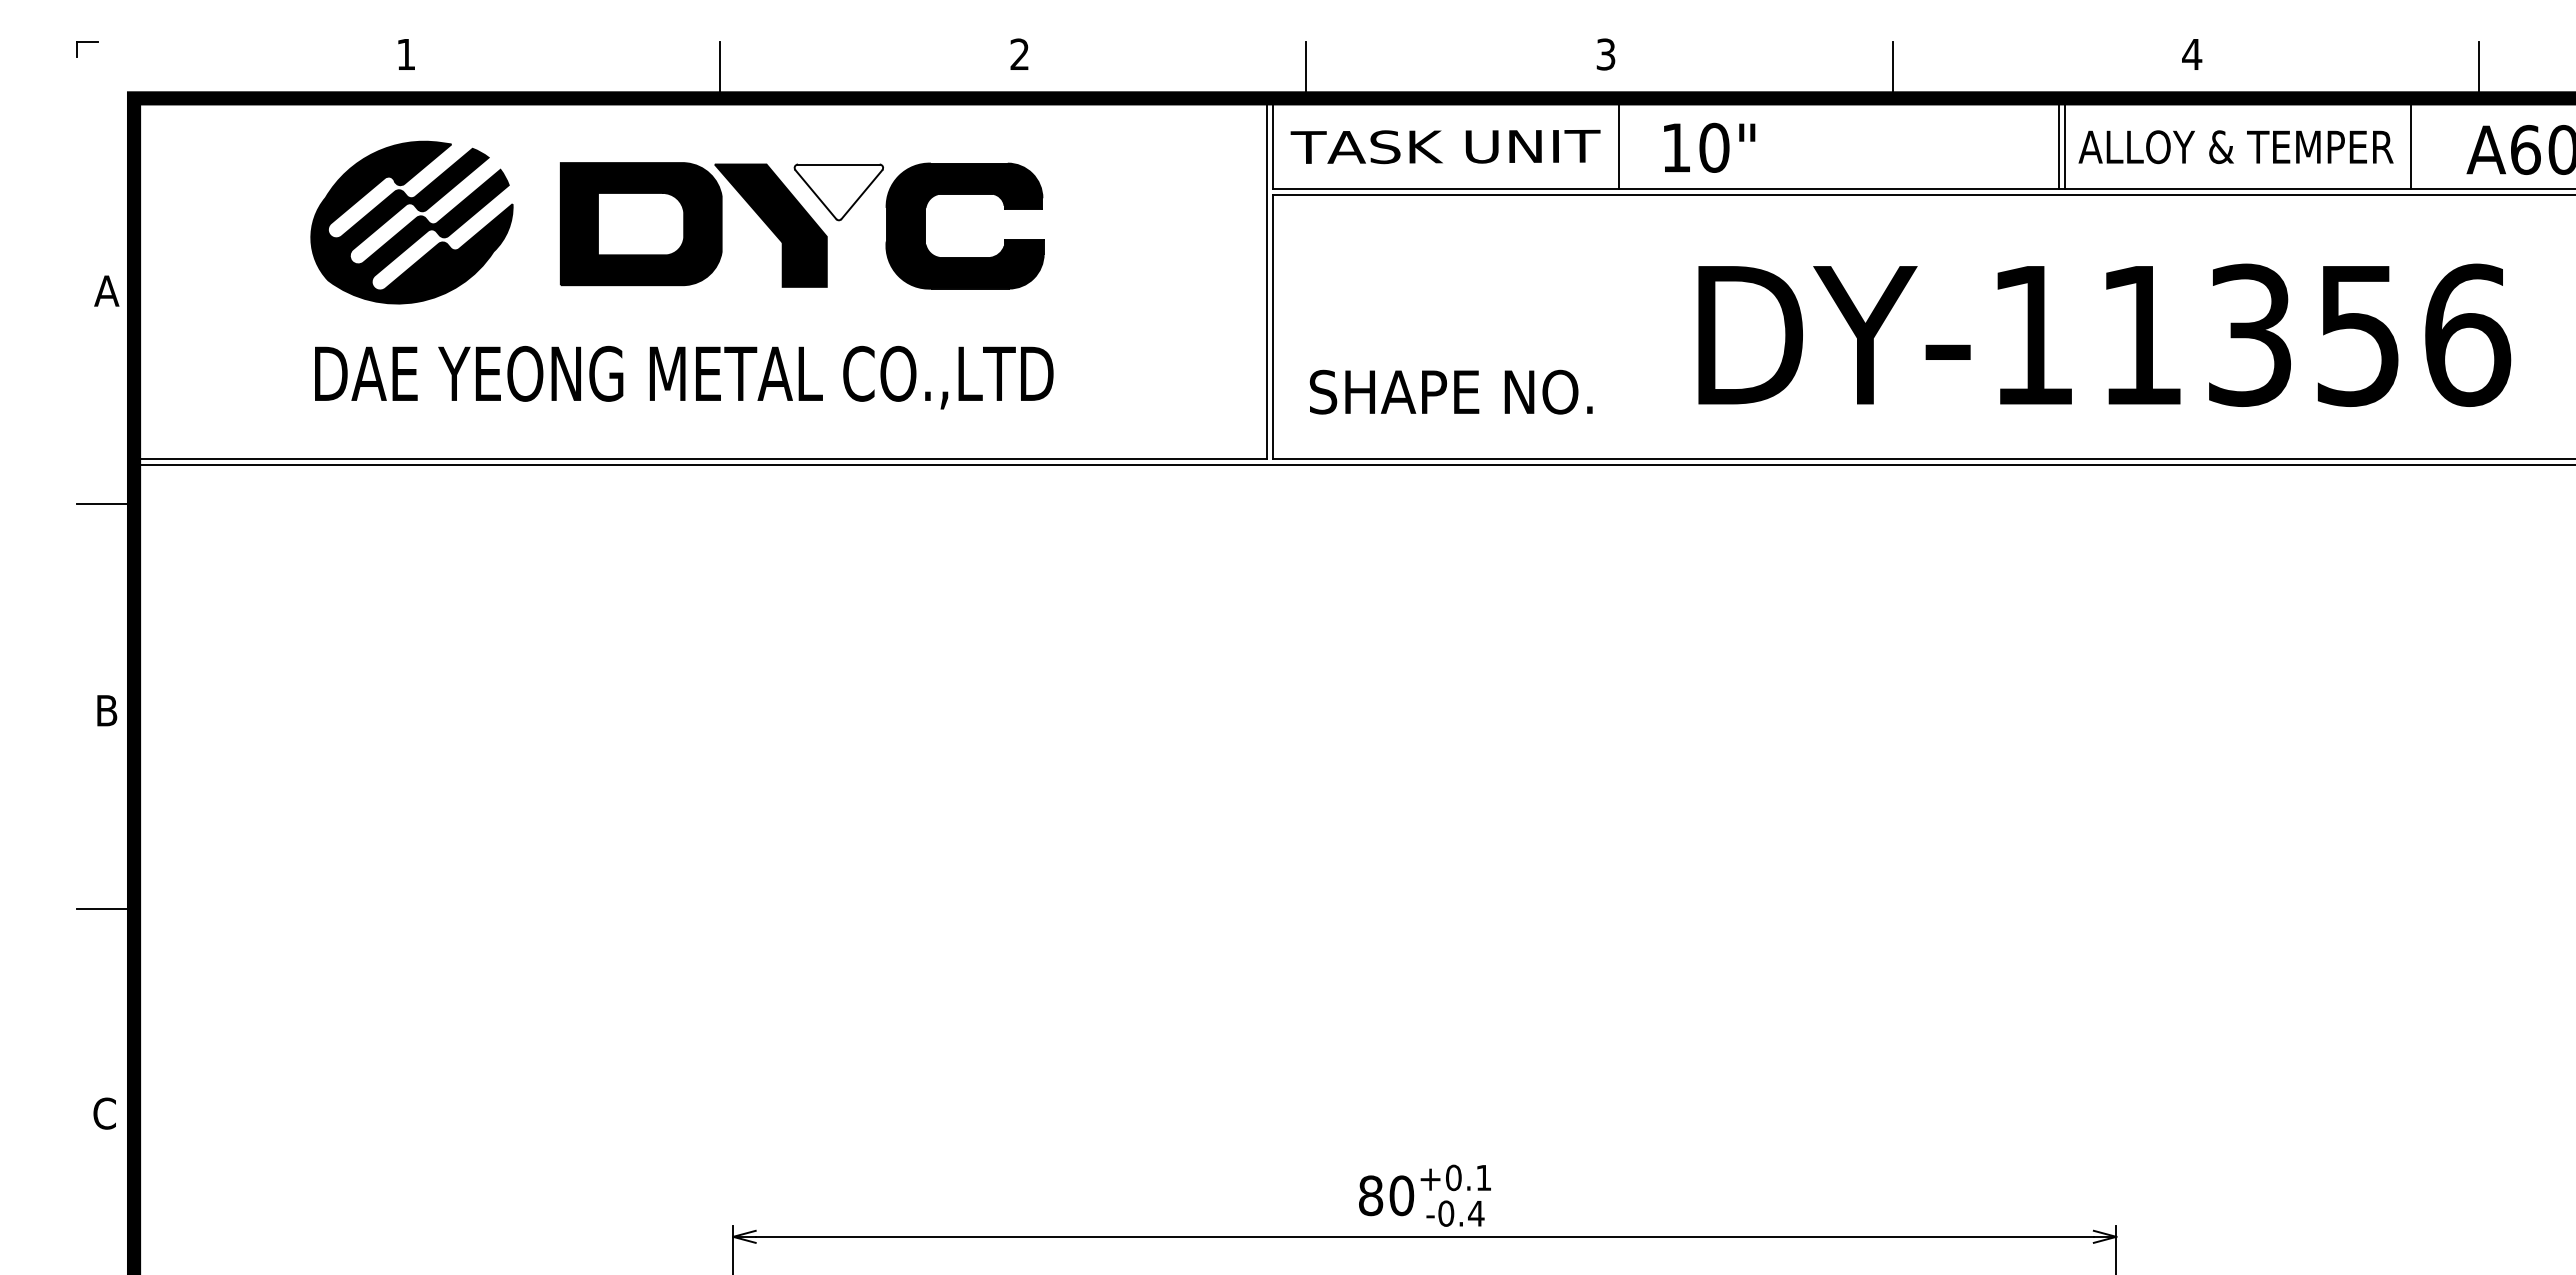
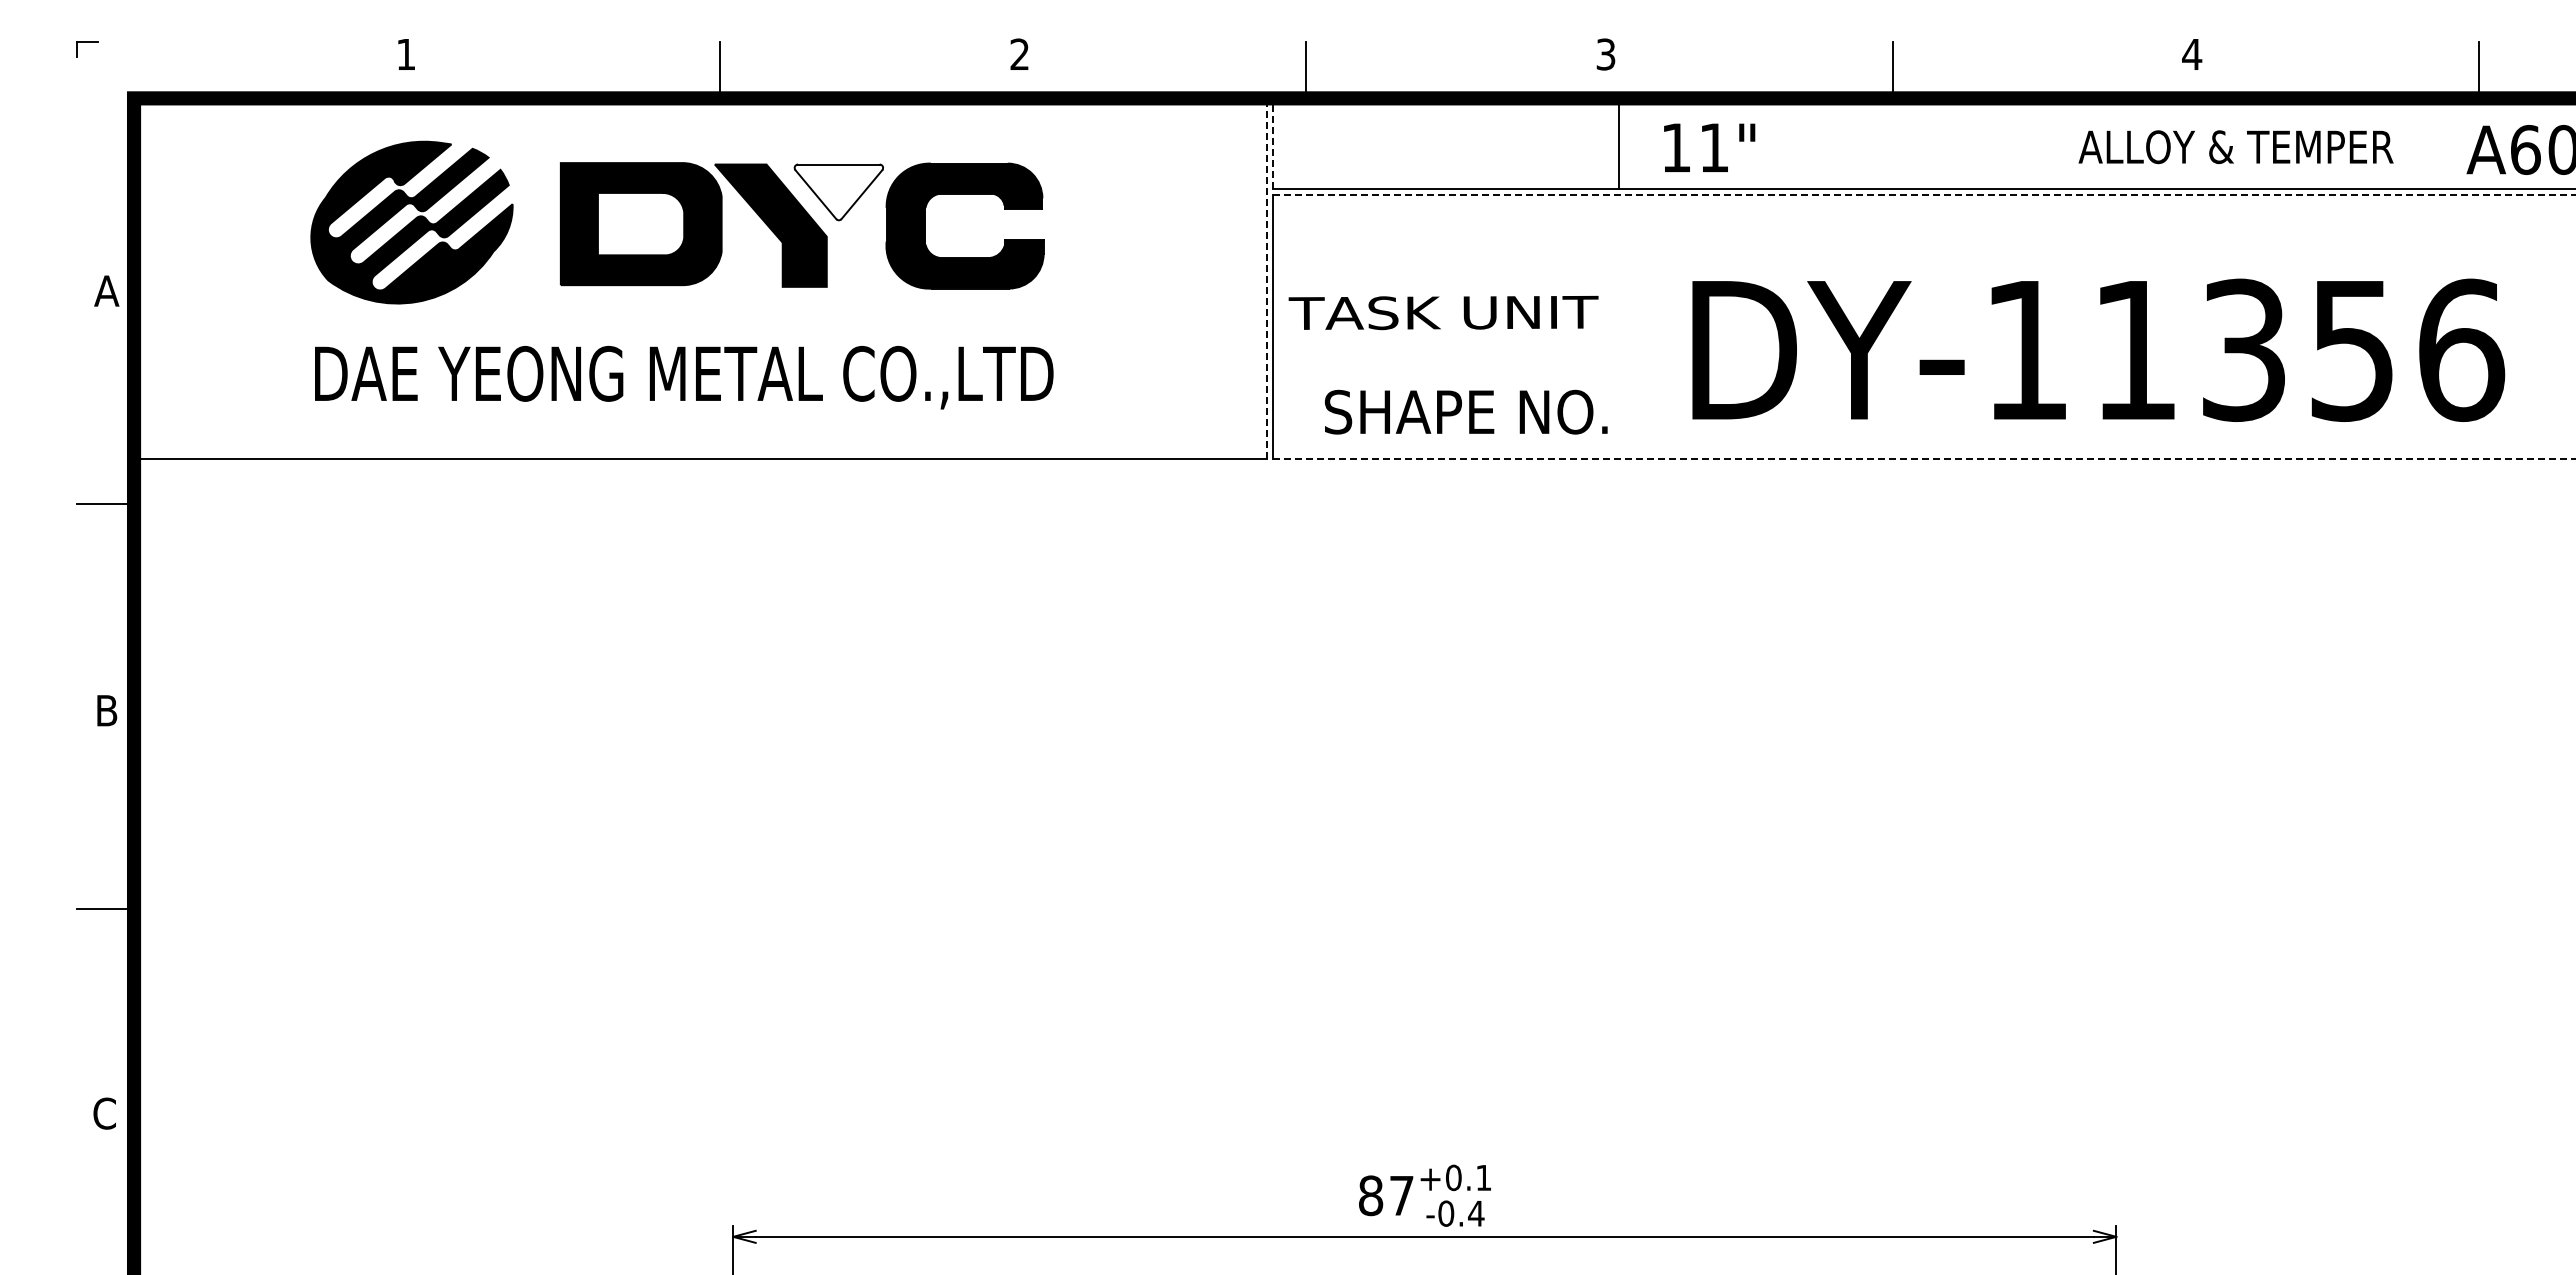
line at (1273, 143): solid -> dashed
line at (2059, 143): present -> none
line at (2065, 143): present -> none
line at (2410, 143): present -> none
text at (1445, 146) position: (1445, 146) -> (1443, 312)
text at (1714, 147): 10" -> 11"
line at (1924, 195): solid -> dashed
line at (1267, 278): solid -> dashed
text at (2104, 334) position: (2104, 334) -> (2098, 349)
text at (1450, 391) position: (1450, 391) -> (1465, 411)
line at (1924, 458): solid -> dashed
line at (1353, 464): present -> none
text at (1401, 1195): 80 -> 87
